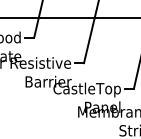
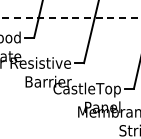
line at (70, 18): solid -> dashed
